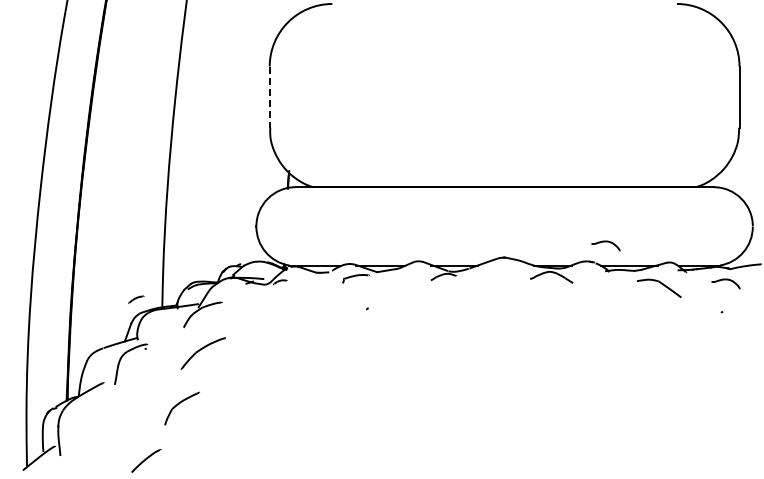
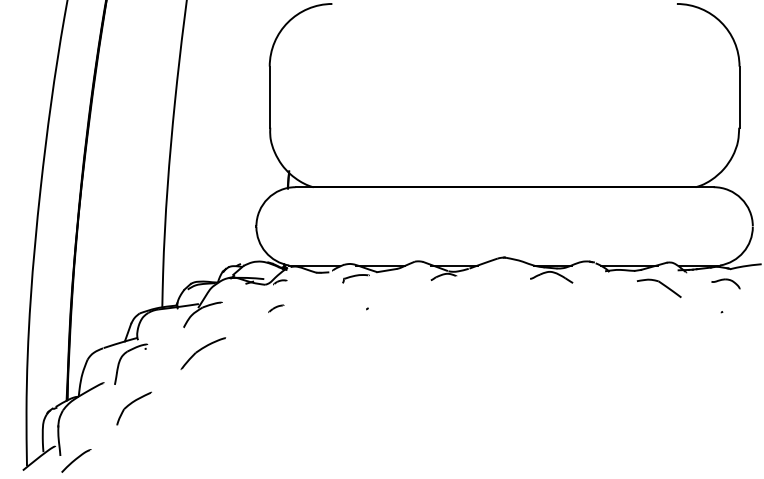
line at (269, 97): dashed -> solid
part at (605, 245): present -> none
line at (136, 299) position: (136, 299) -> (276, 308)
part at (181, 408) position: (181, 408) -> (133, 408)
curve at (146, 459) position: (146, 459) -> (76, 459)
